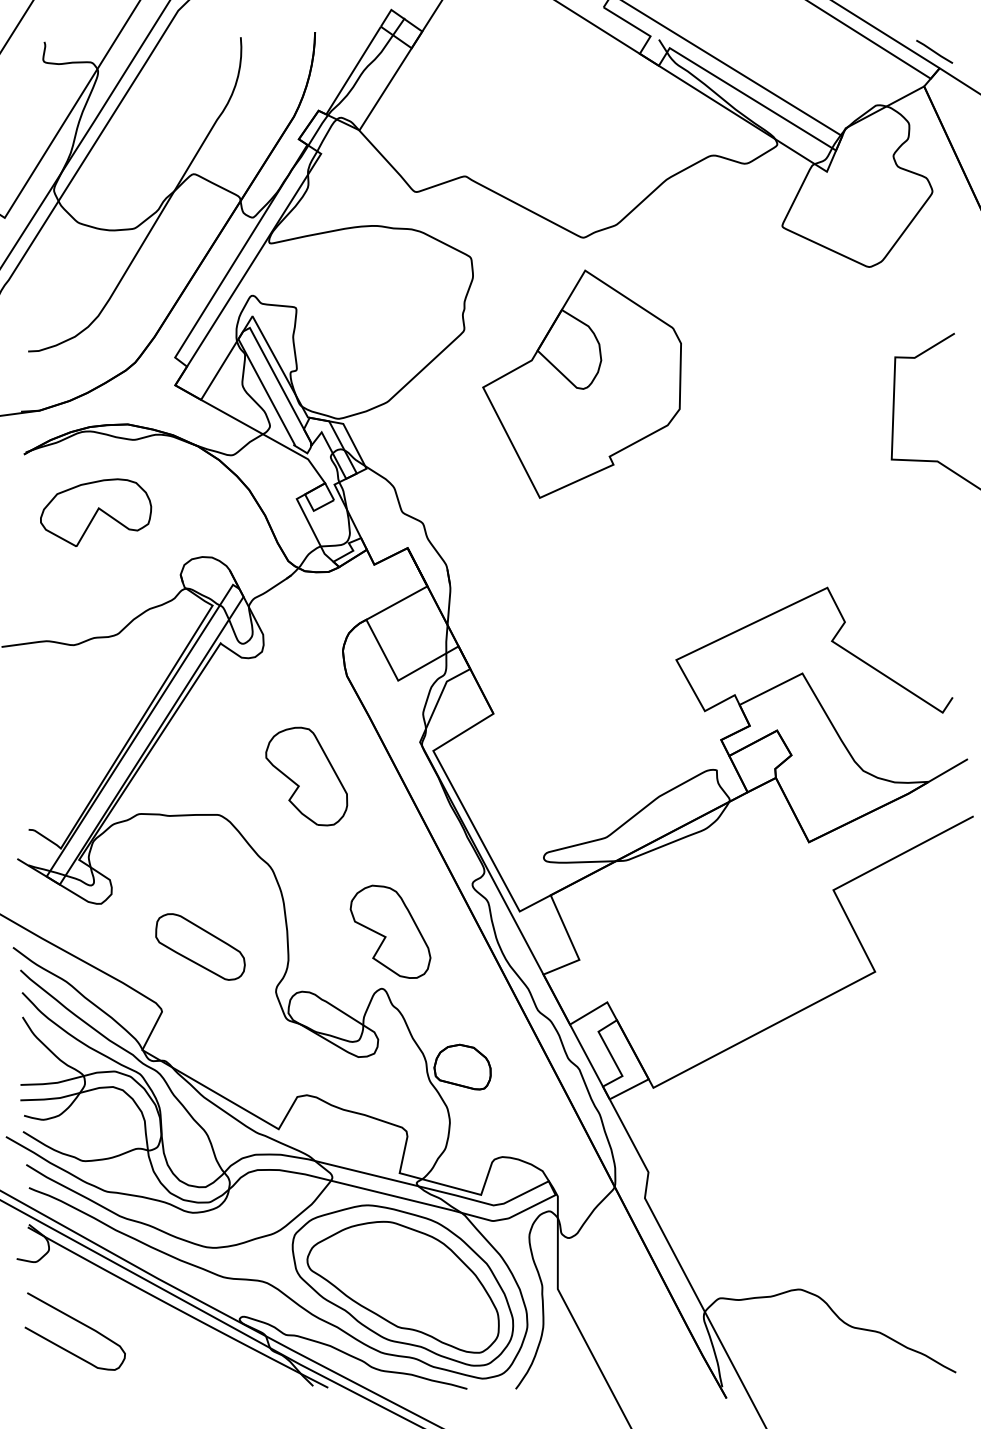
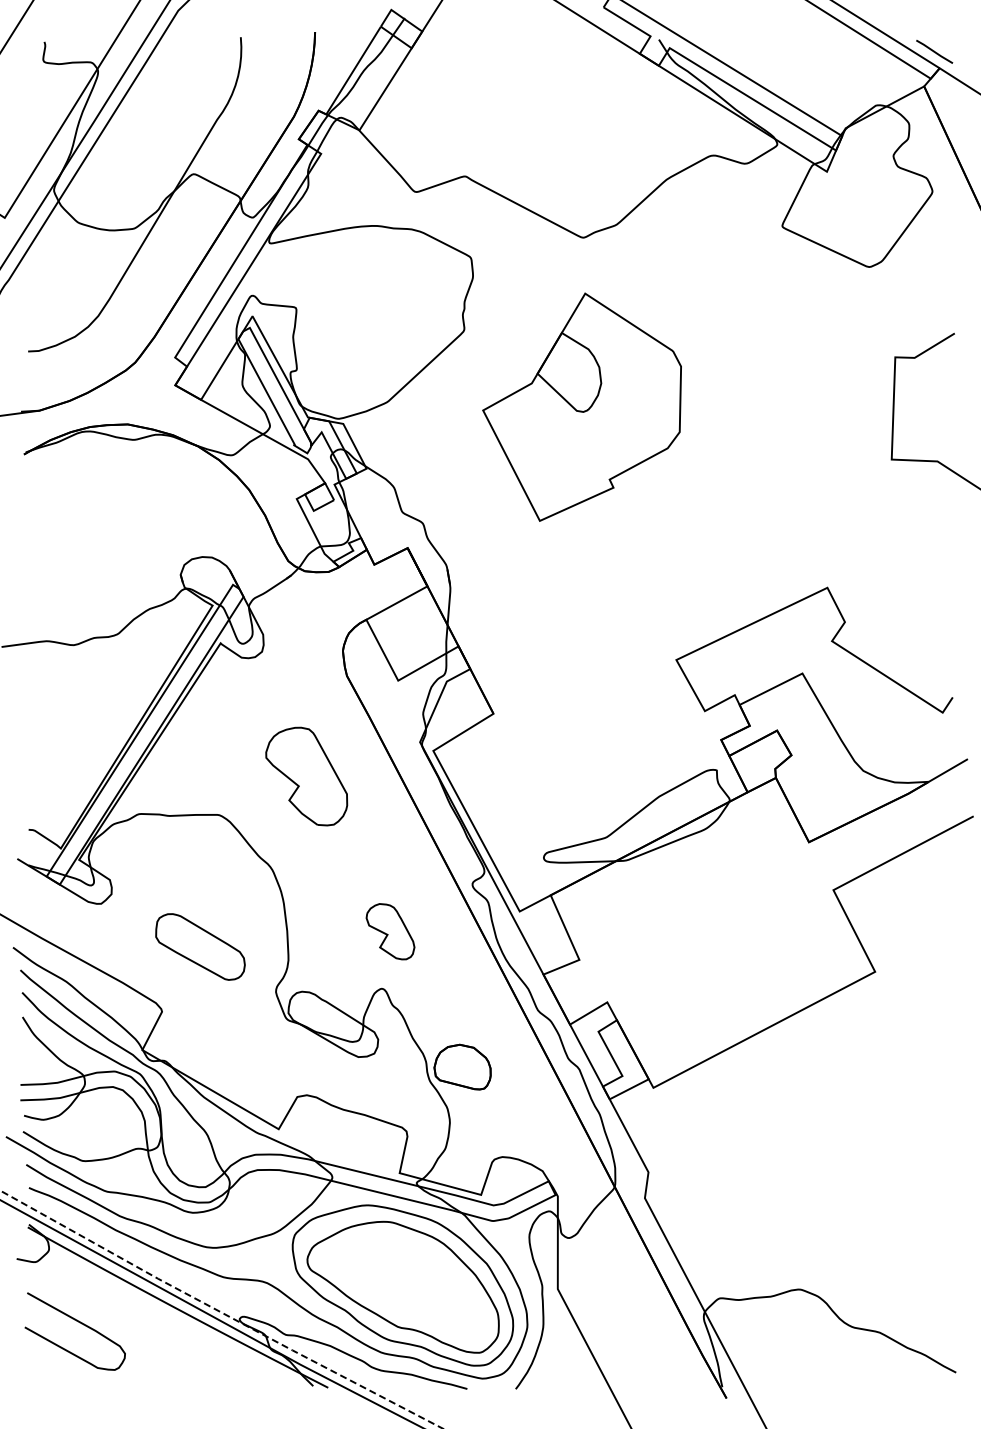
part at (581, 383) position: (581, 383) -> (581, 406)
part at (96, 512): present -> none
part at (390, 931) size: 83x95 px -> 51x58 px
line at (220, 1311): solid -> dashed
